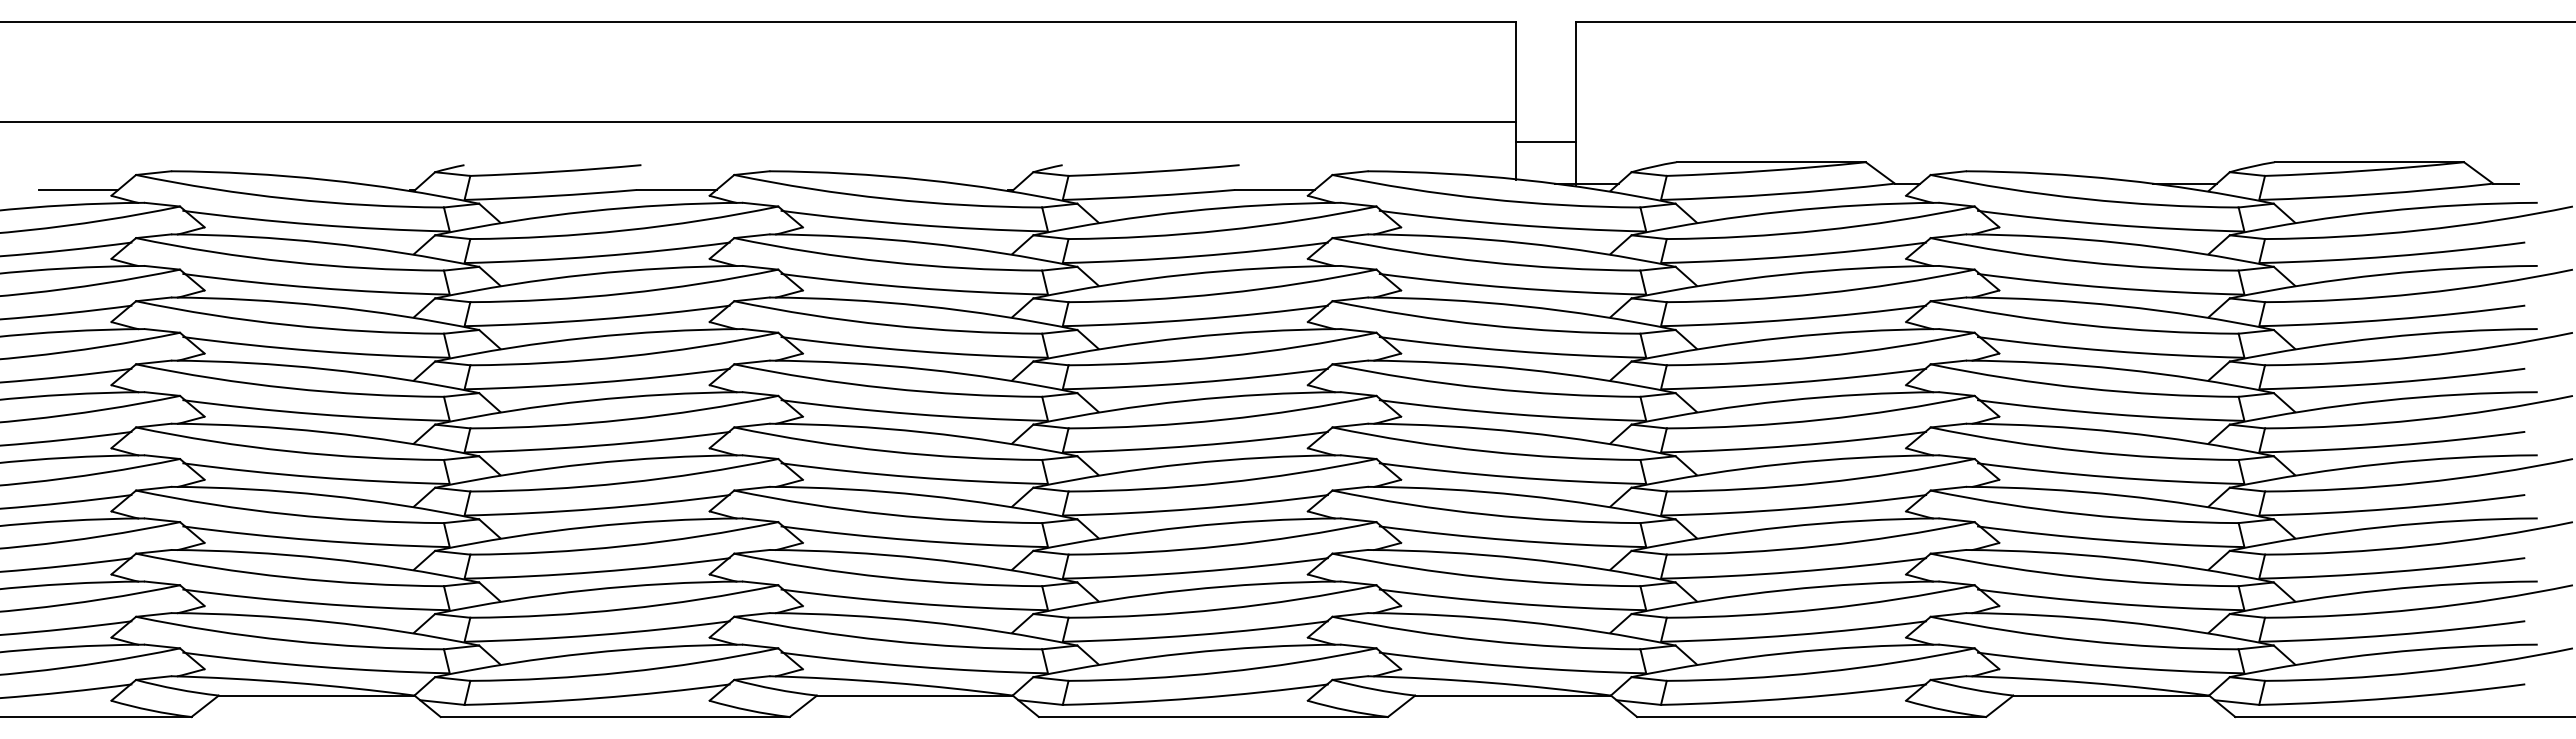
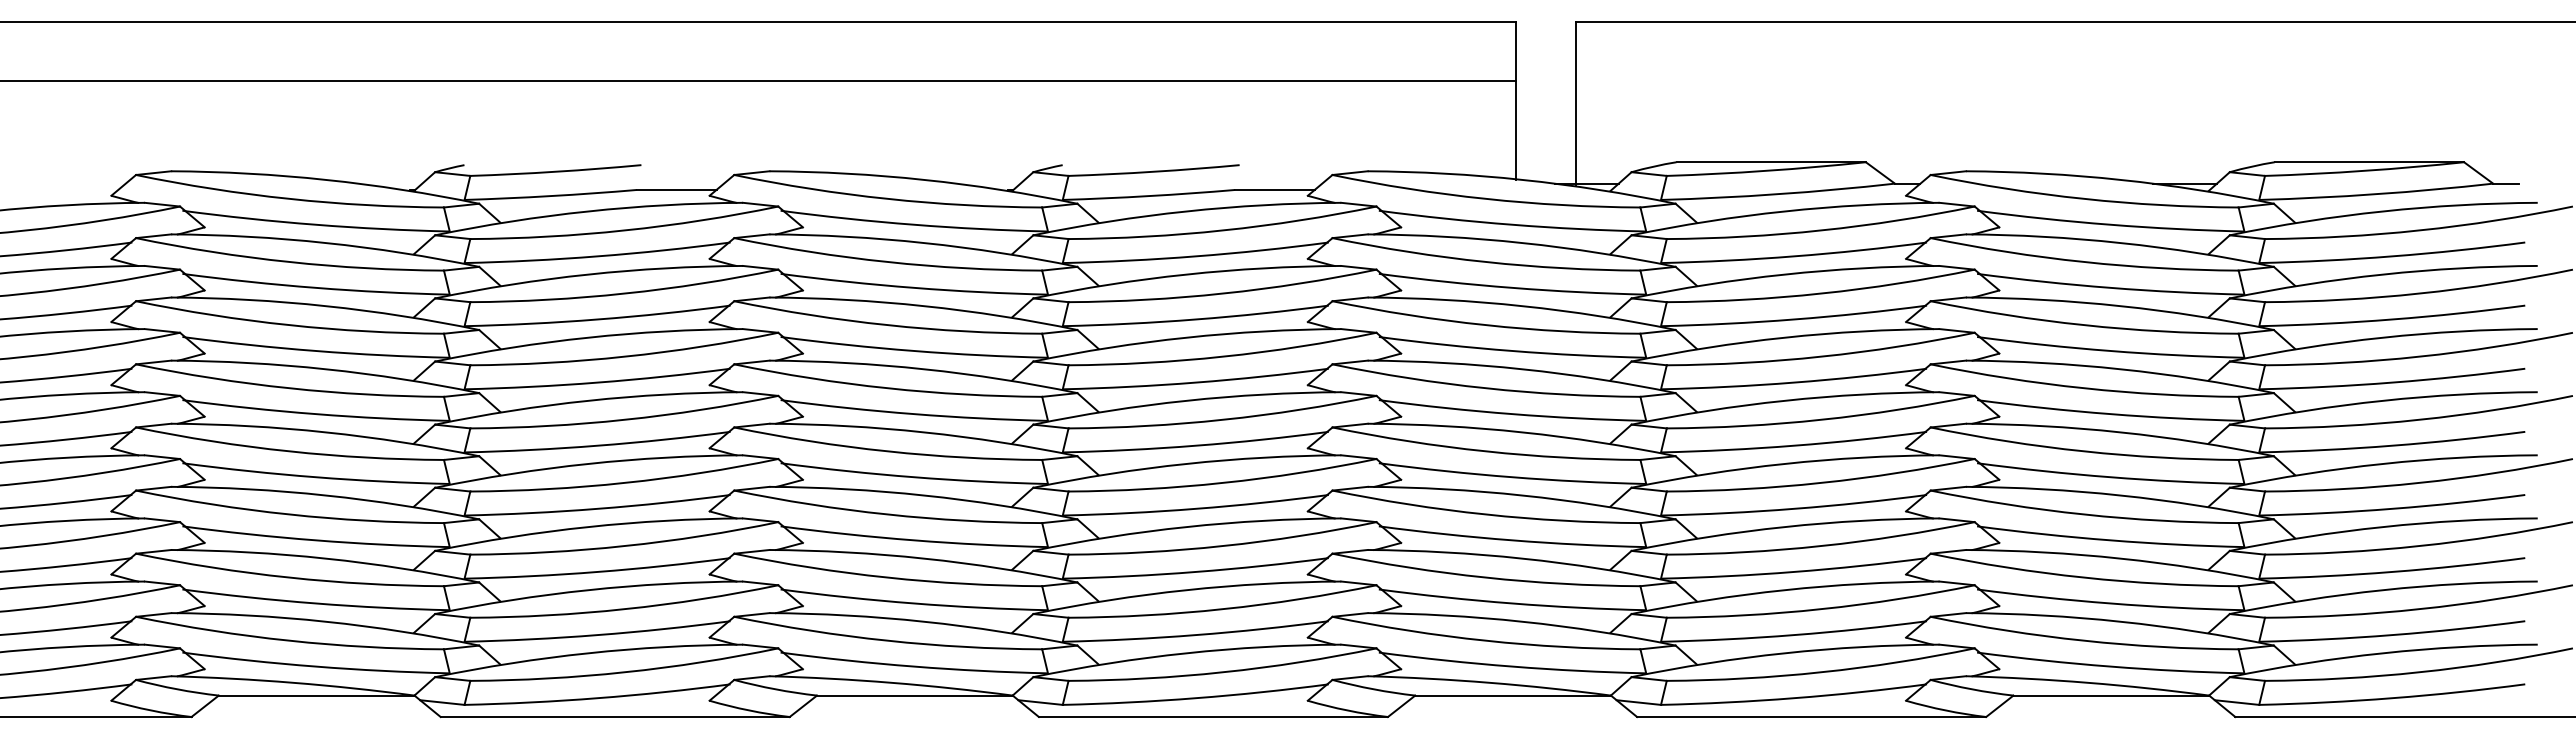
line at (759, 121) position: (759, 121) -> (759, 80)
line at (1545, 141): present -> none
line at (78, 189): present -> none
